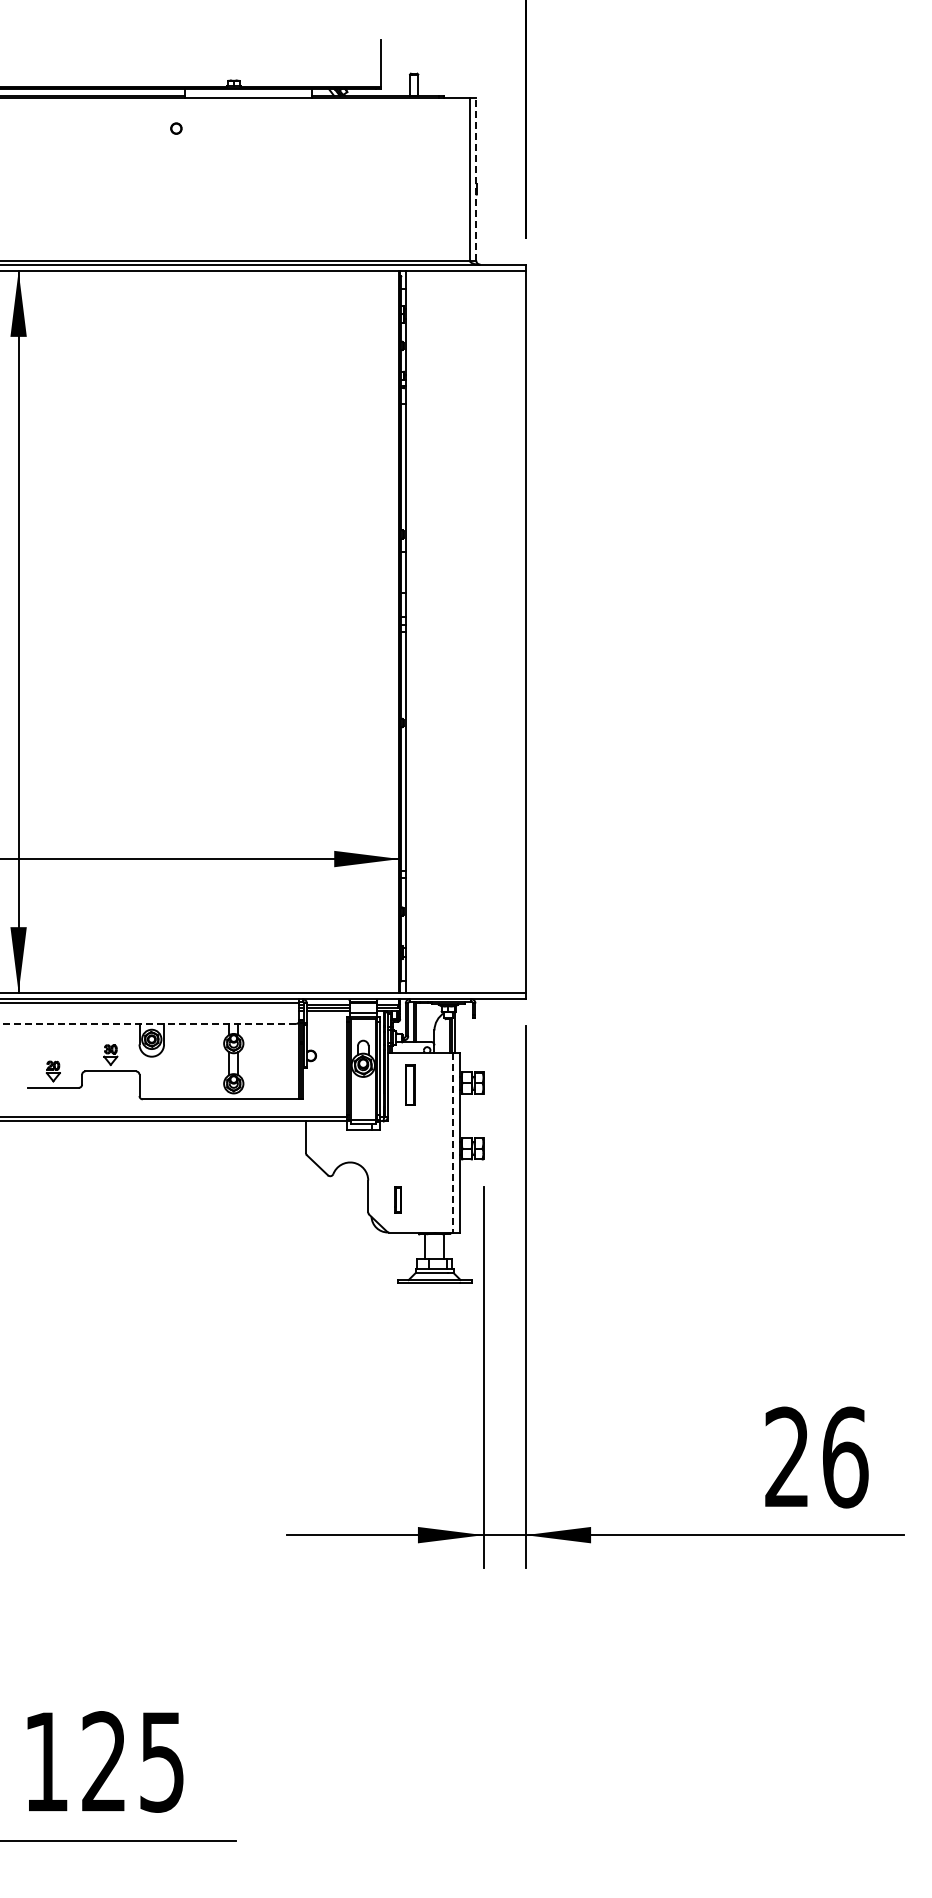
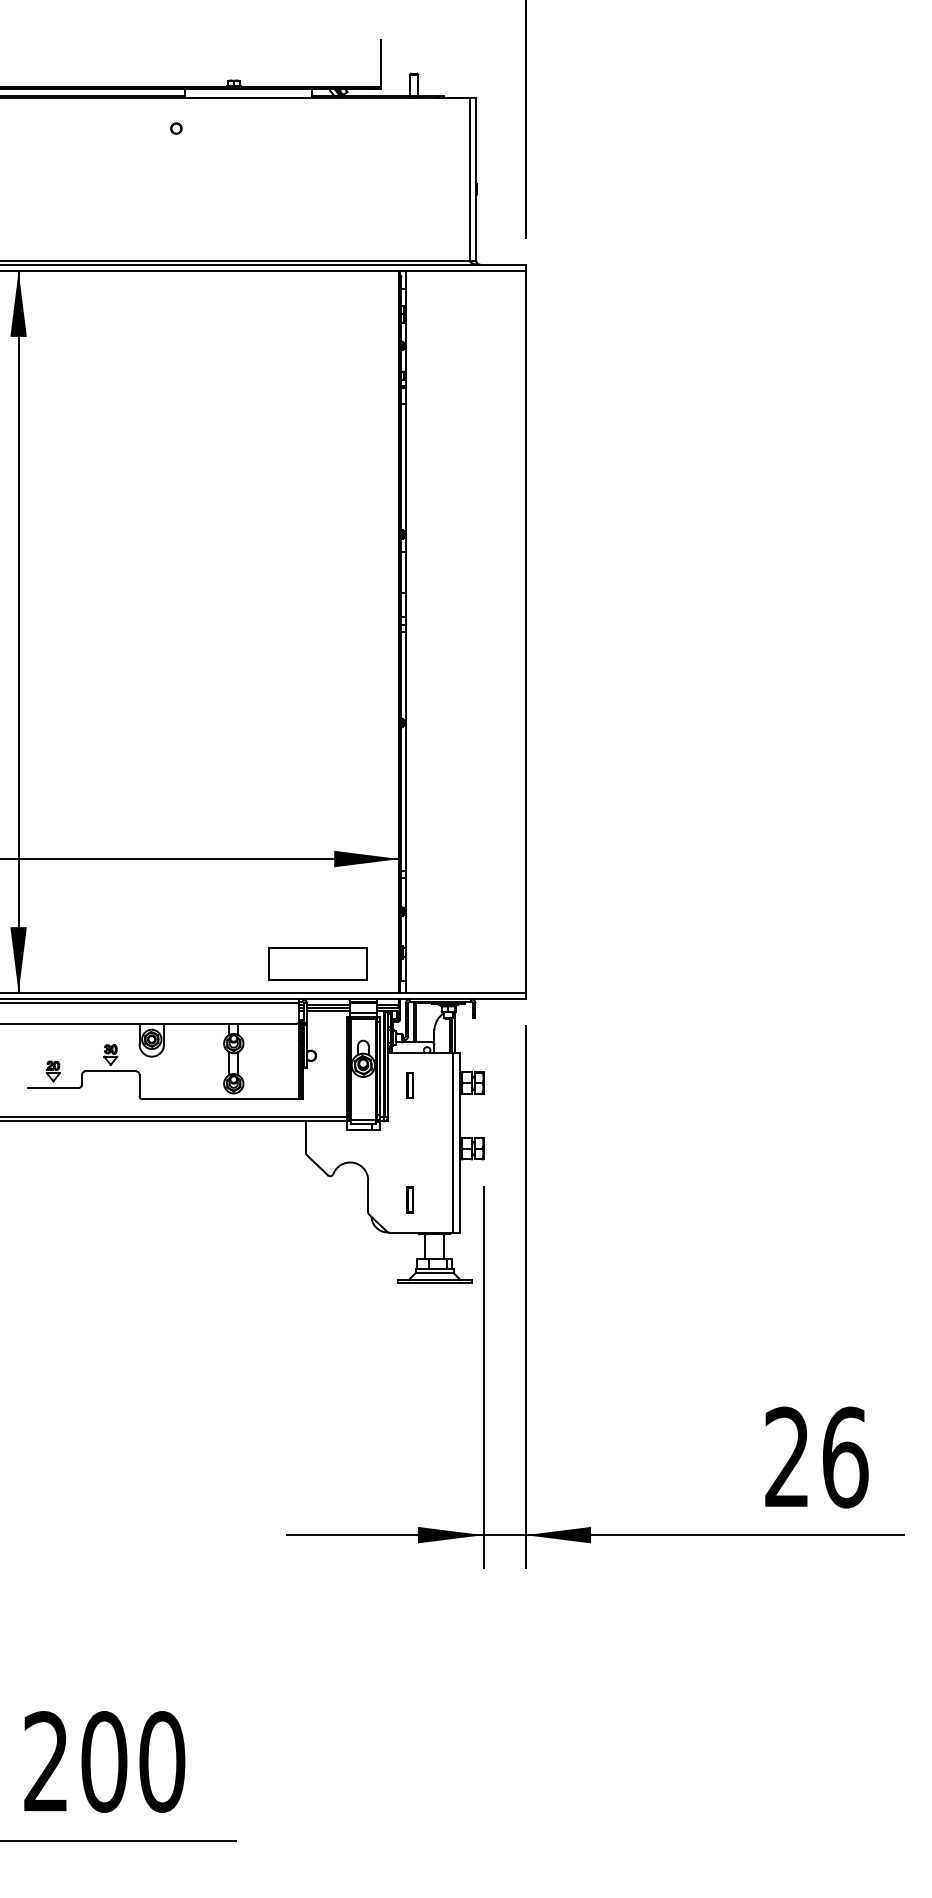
line at (476, 178): dashed -> solid
part at (317, 963): none -> present
line at (148, 1023): dashed -> solid
part at (410, 1084) size: 11x42 px -> 8x27 px
line at (452, 1142): dashed -> solid
part at (397, 1199) position: (397, 1199) -> (409, 1199)
text at (104, 1761): 125 -> 200
